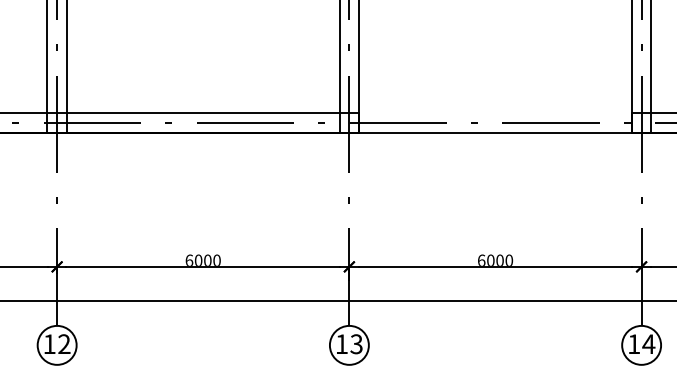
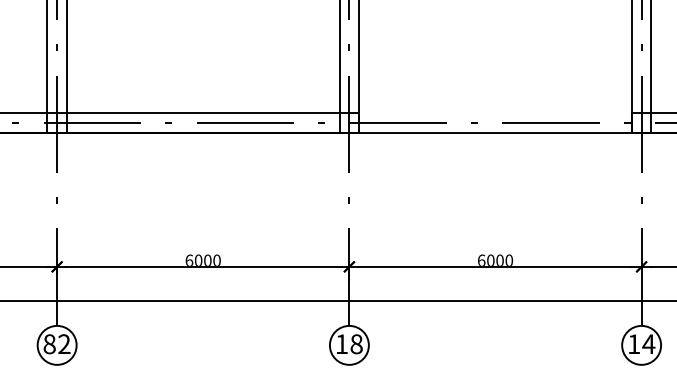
text at (49, 344): 12 -> 82
text at (356, 344): 13 -> 18
